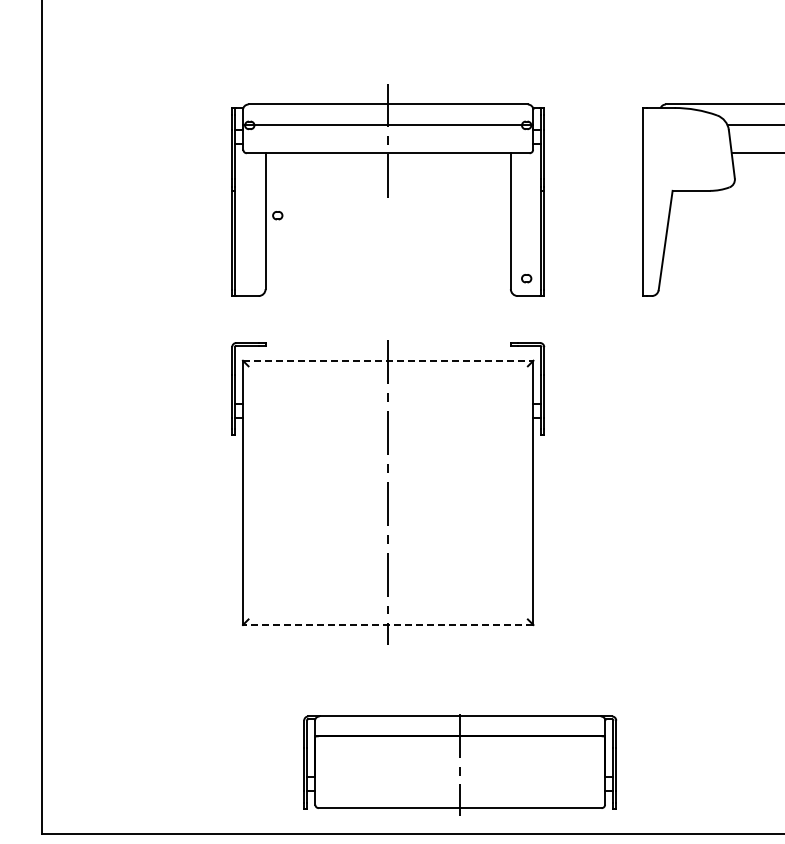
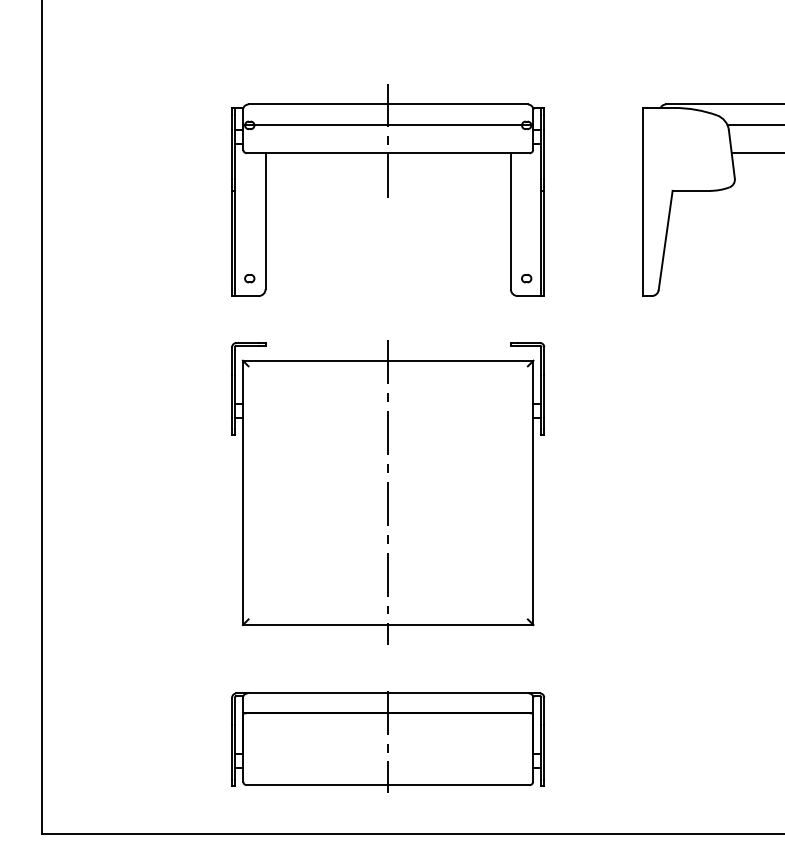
part at (277, 215) position: (277, 215) -> (249, 278)
line at (388, 360): dashed -> solid
line at (387, 625): dashed -> solid
part at (460, 764) position: (460, 764) -> (388, 741)
